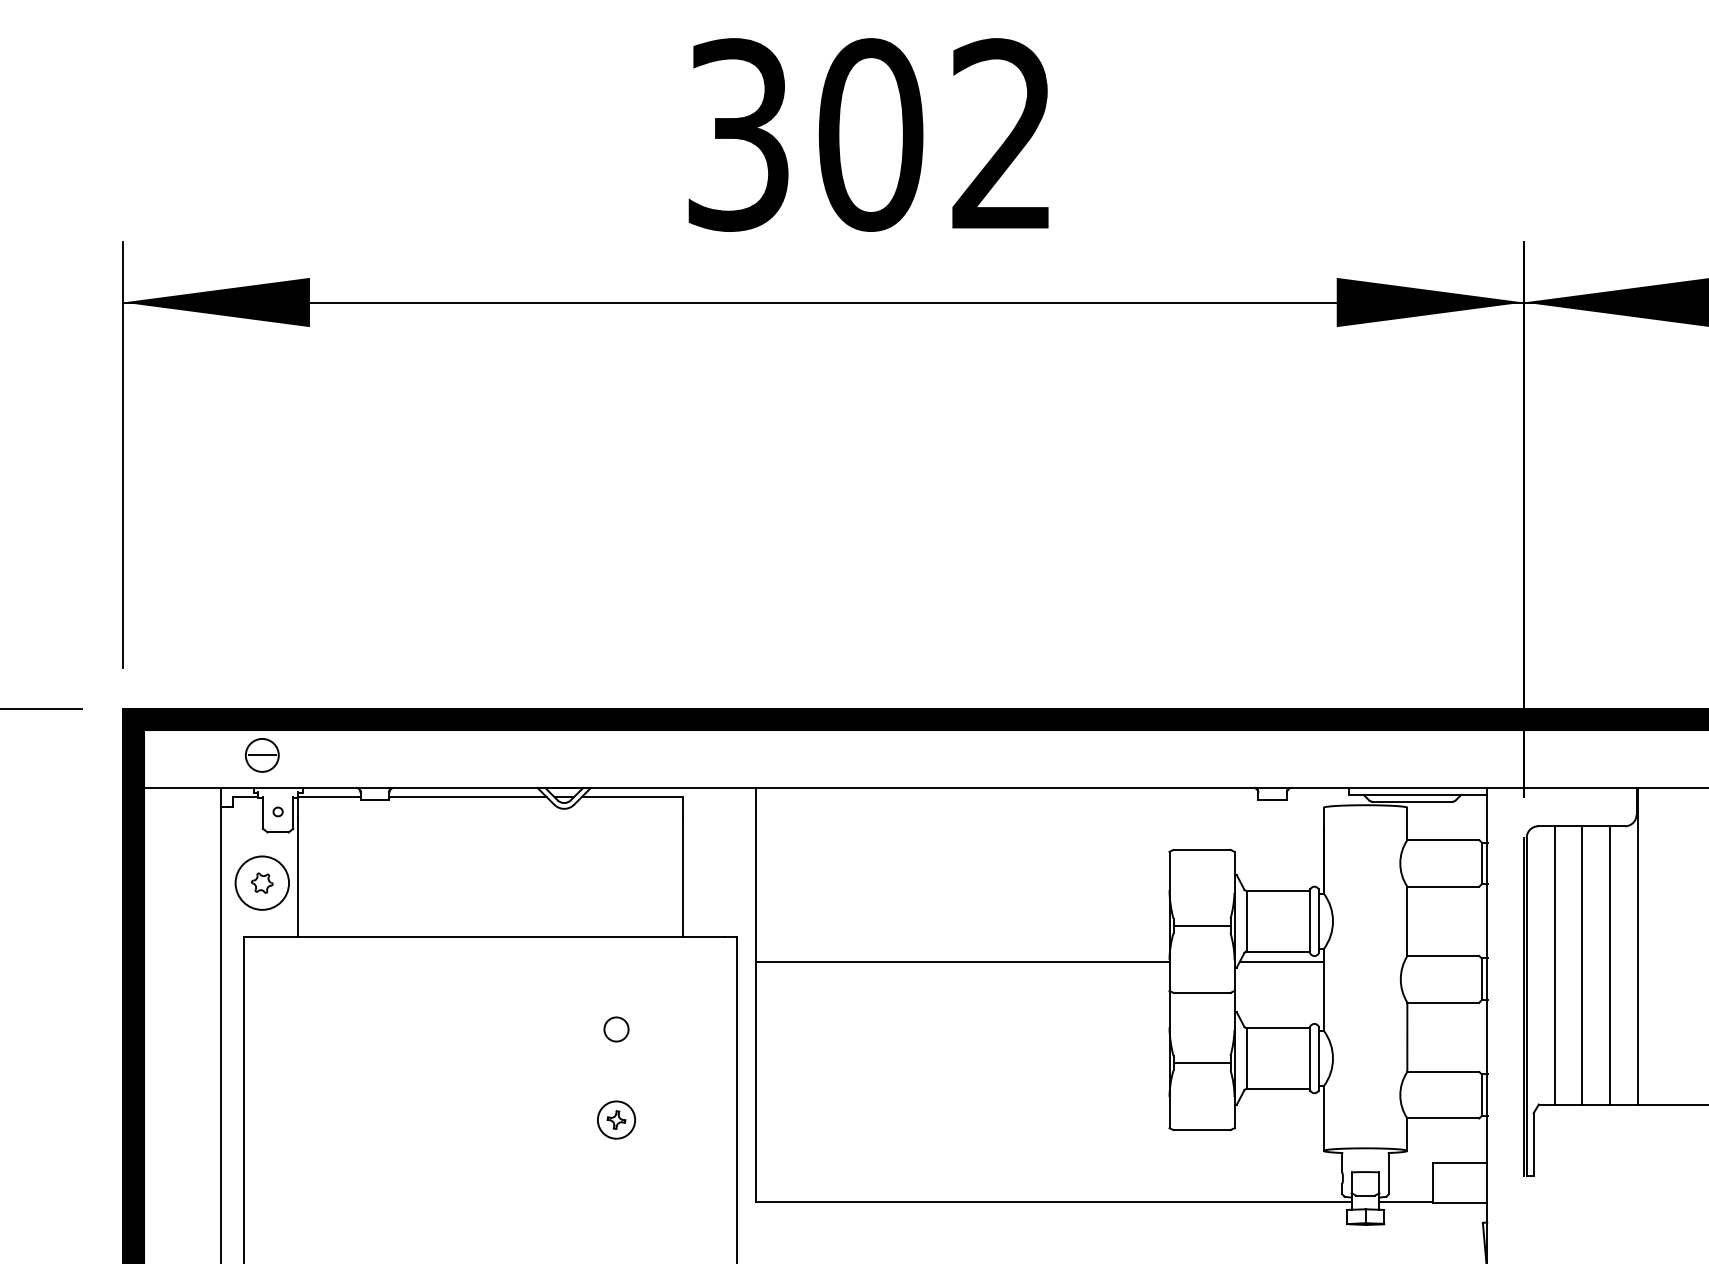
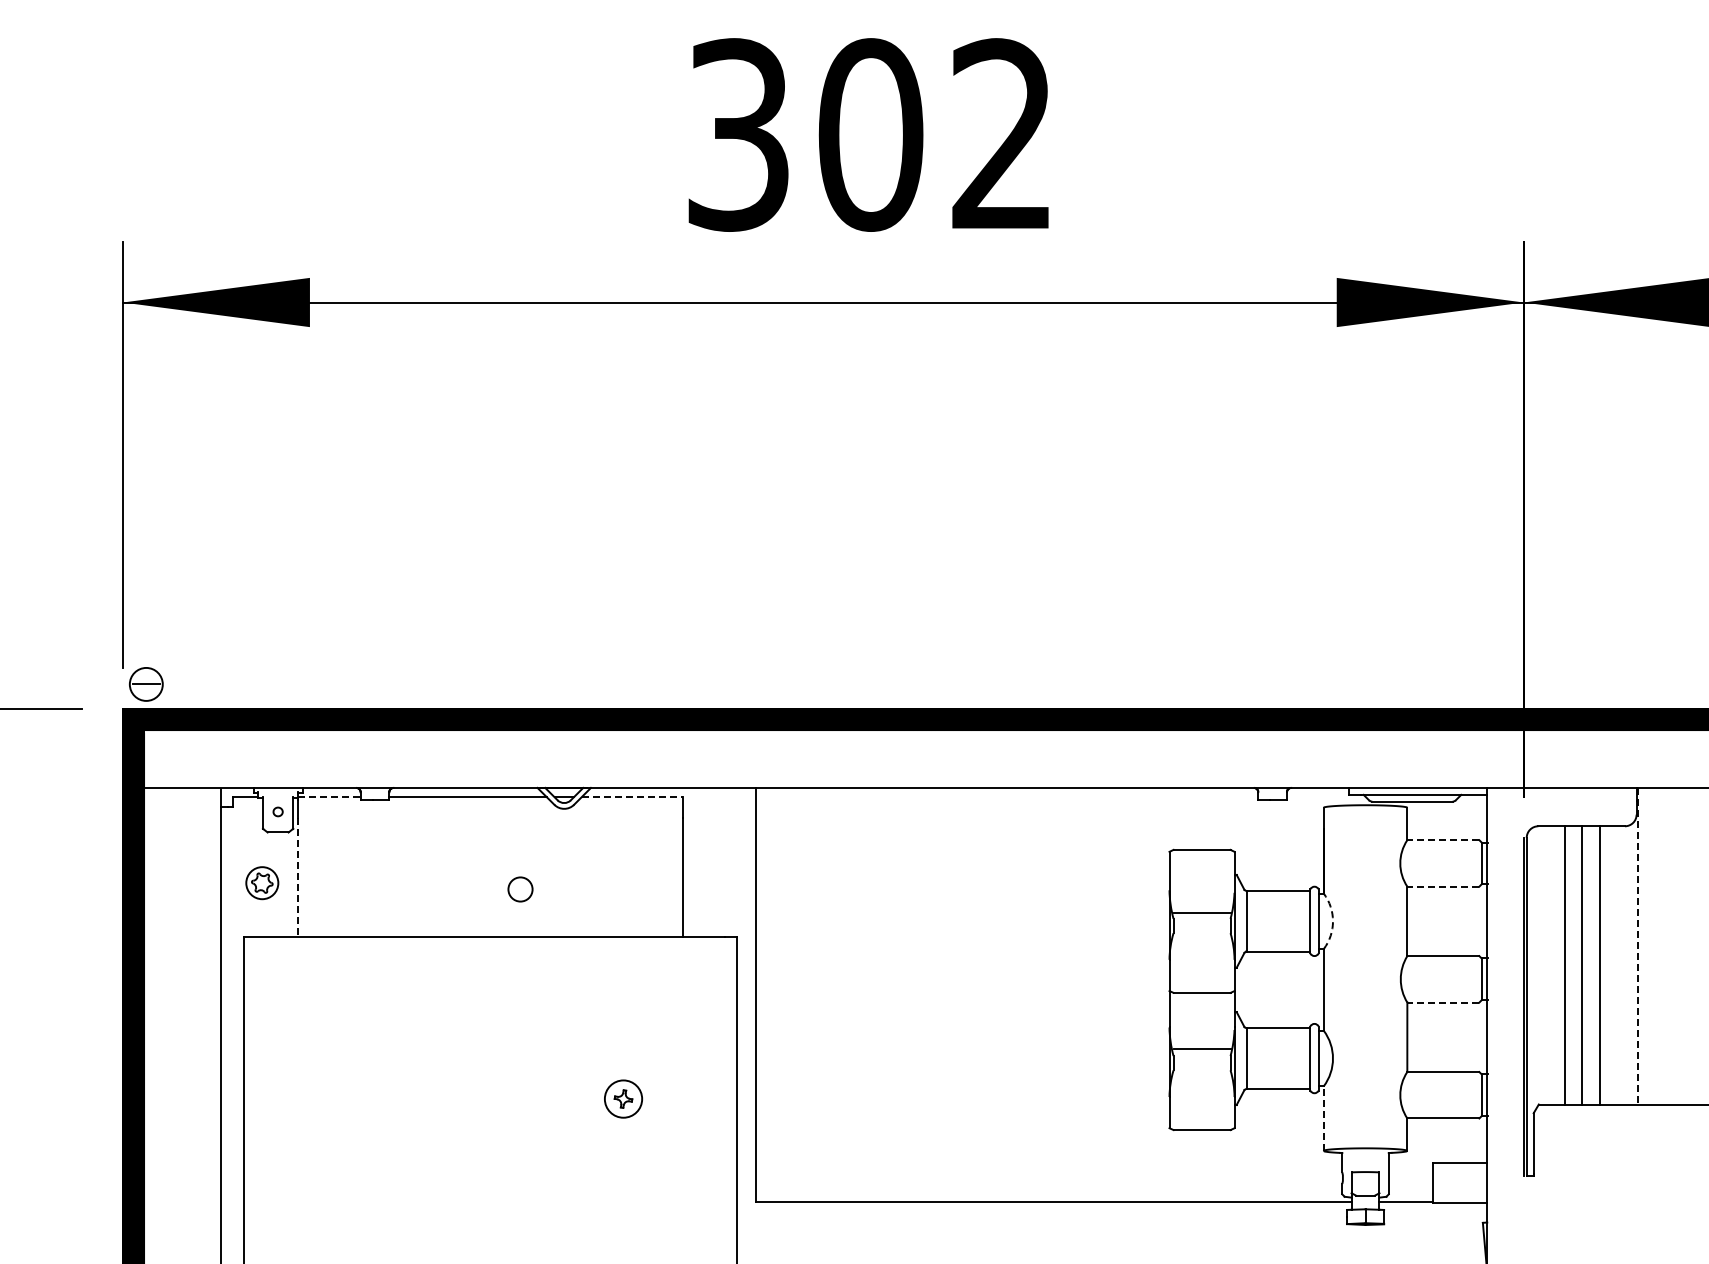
part at (262, 755) position: (262, 755) -> (146, 684)
line at (329, 797): solid -> dashed
line at (632, 797): solid -> dashed
line at (1442, 840): solid -> dashed
line at (297, 877): solid -> dashed
circle at (262, 882) diameter: 53 px -> 32 px
line at (1443, 886): solid -> dashed
arc at (1333, 921): solid -> dashed
line at (1201, 926) position: (1201, 926) -> (1201, 913)
line at (1638, 946): solid -> dashed
line at (962, 962): present -> none
line at (1281, 962): present -> none
line at (1554, 965) position: (1554, 965) -> (1564, 965)
line at (1610, 965) position: (1610, 965) -> (1600, 965)
line at (1443, 1002): solid -> dashed
circle at (616, 1029) position: (616, 1029) -> (520, 889)
line at (1201, 1063) position: (1201, 1063) -> (1201, 1049)
line at (1323, 1118): solid -> dashed
part at (616, 1119) position: (616, 1119) -> (623, 1098)
